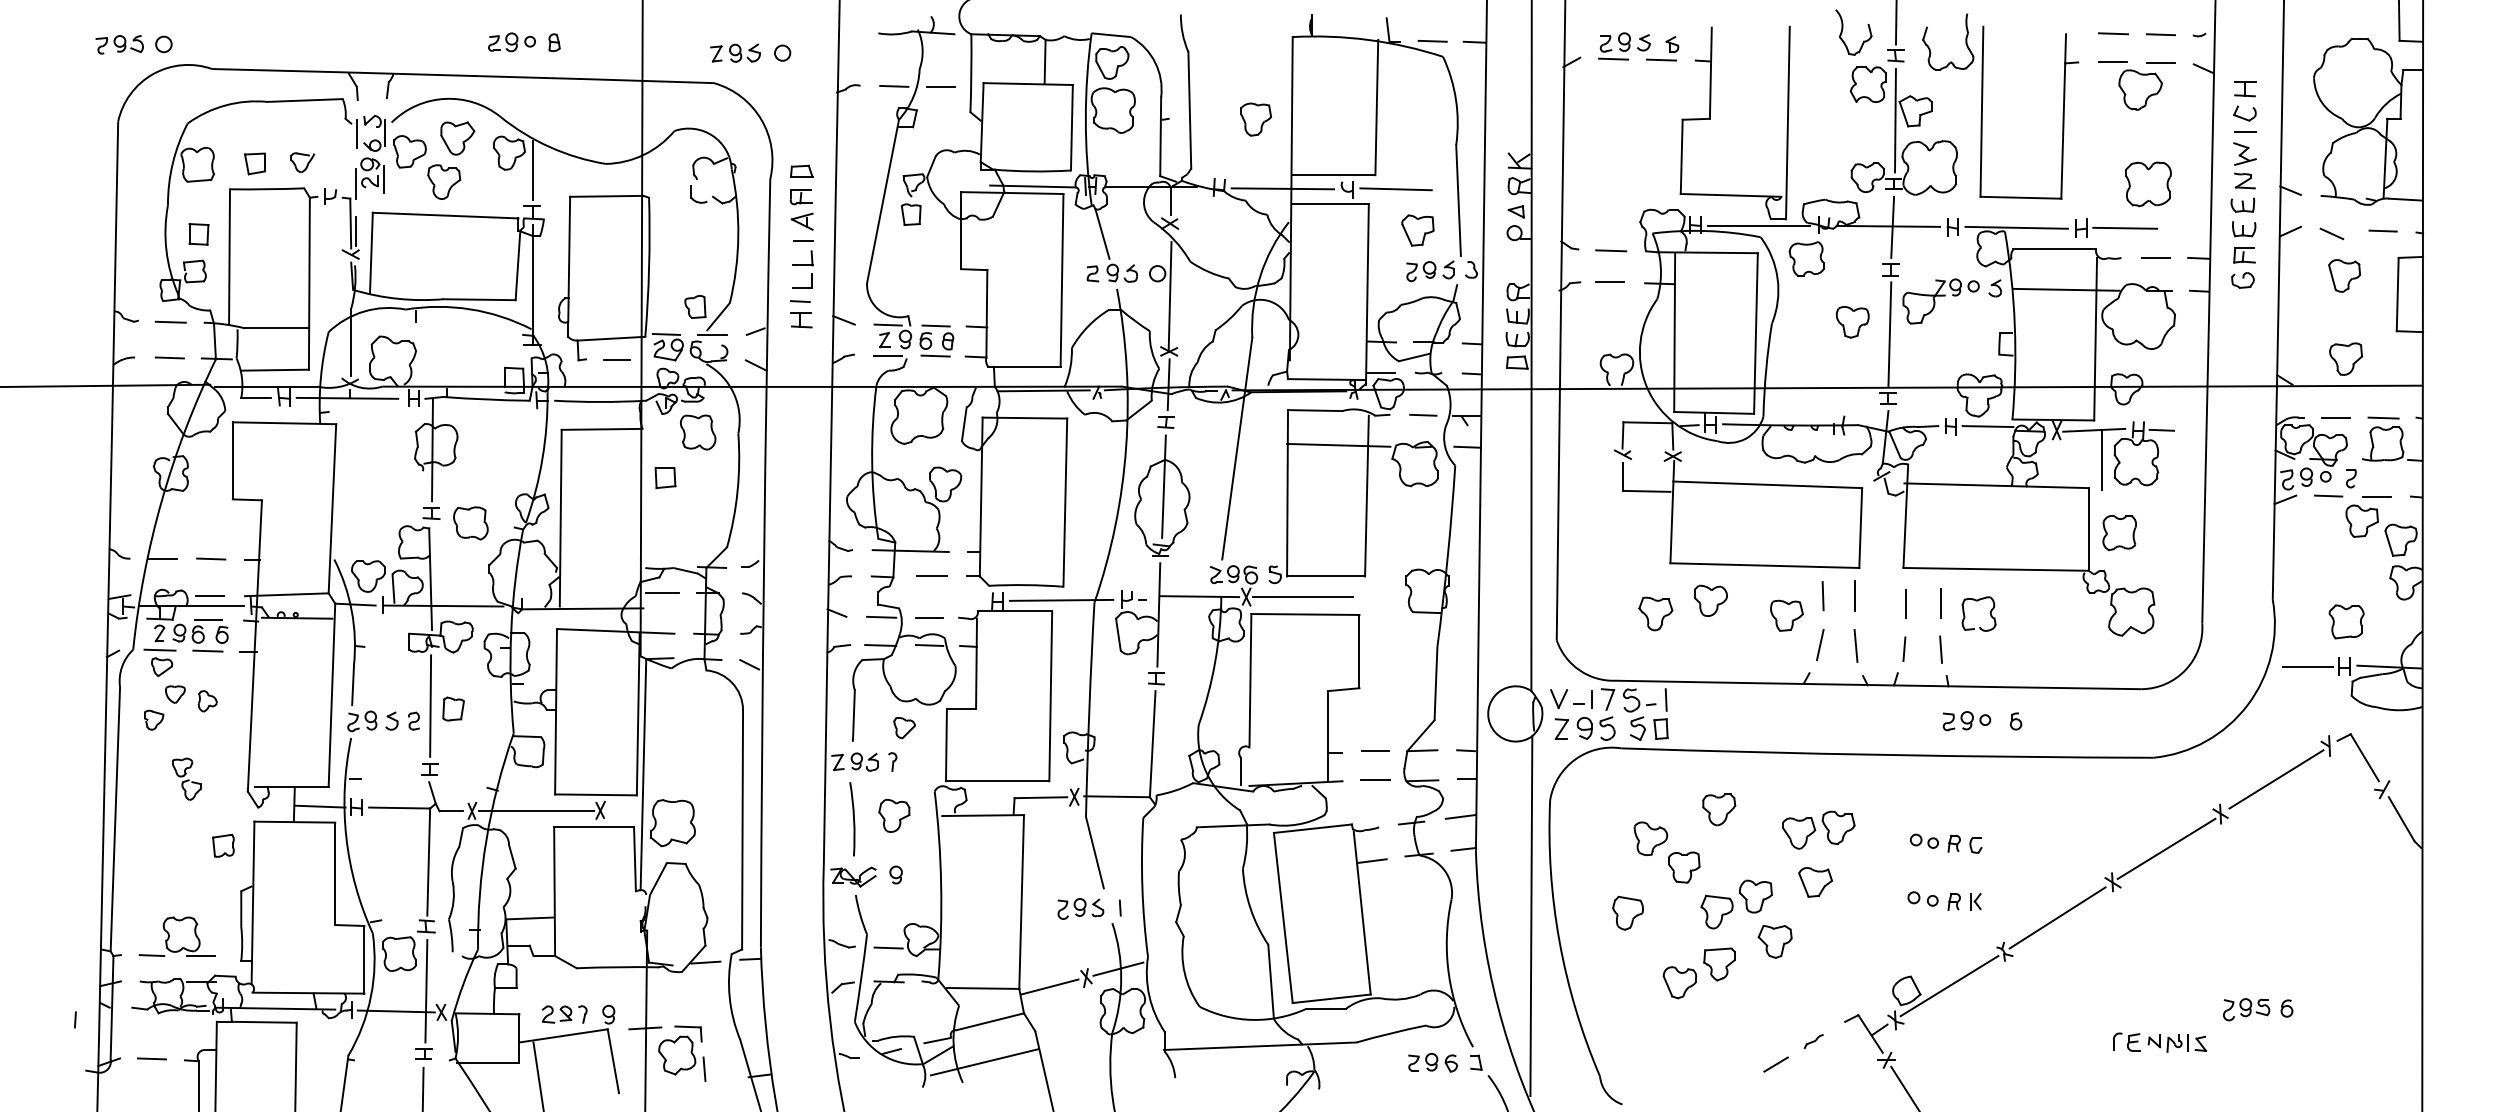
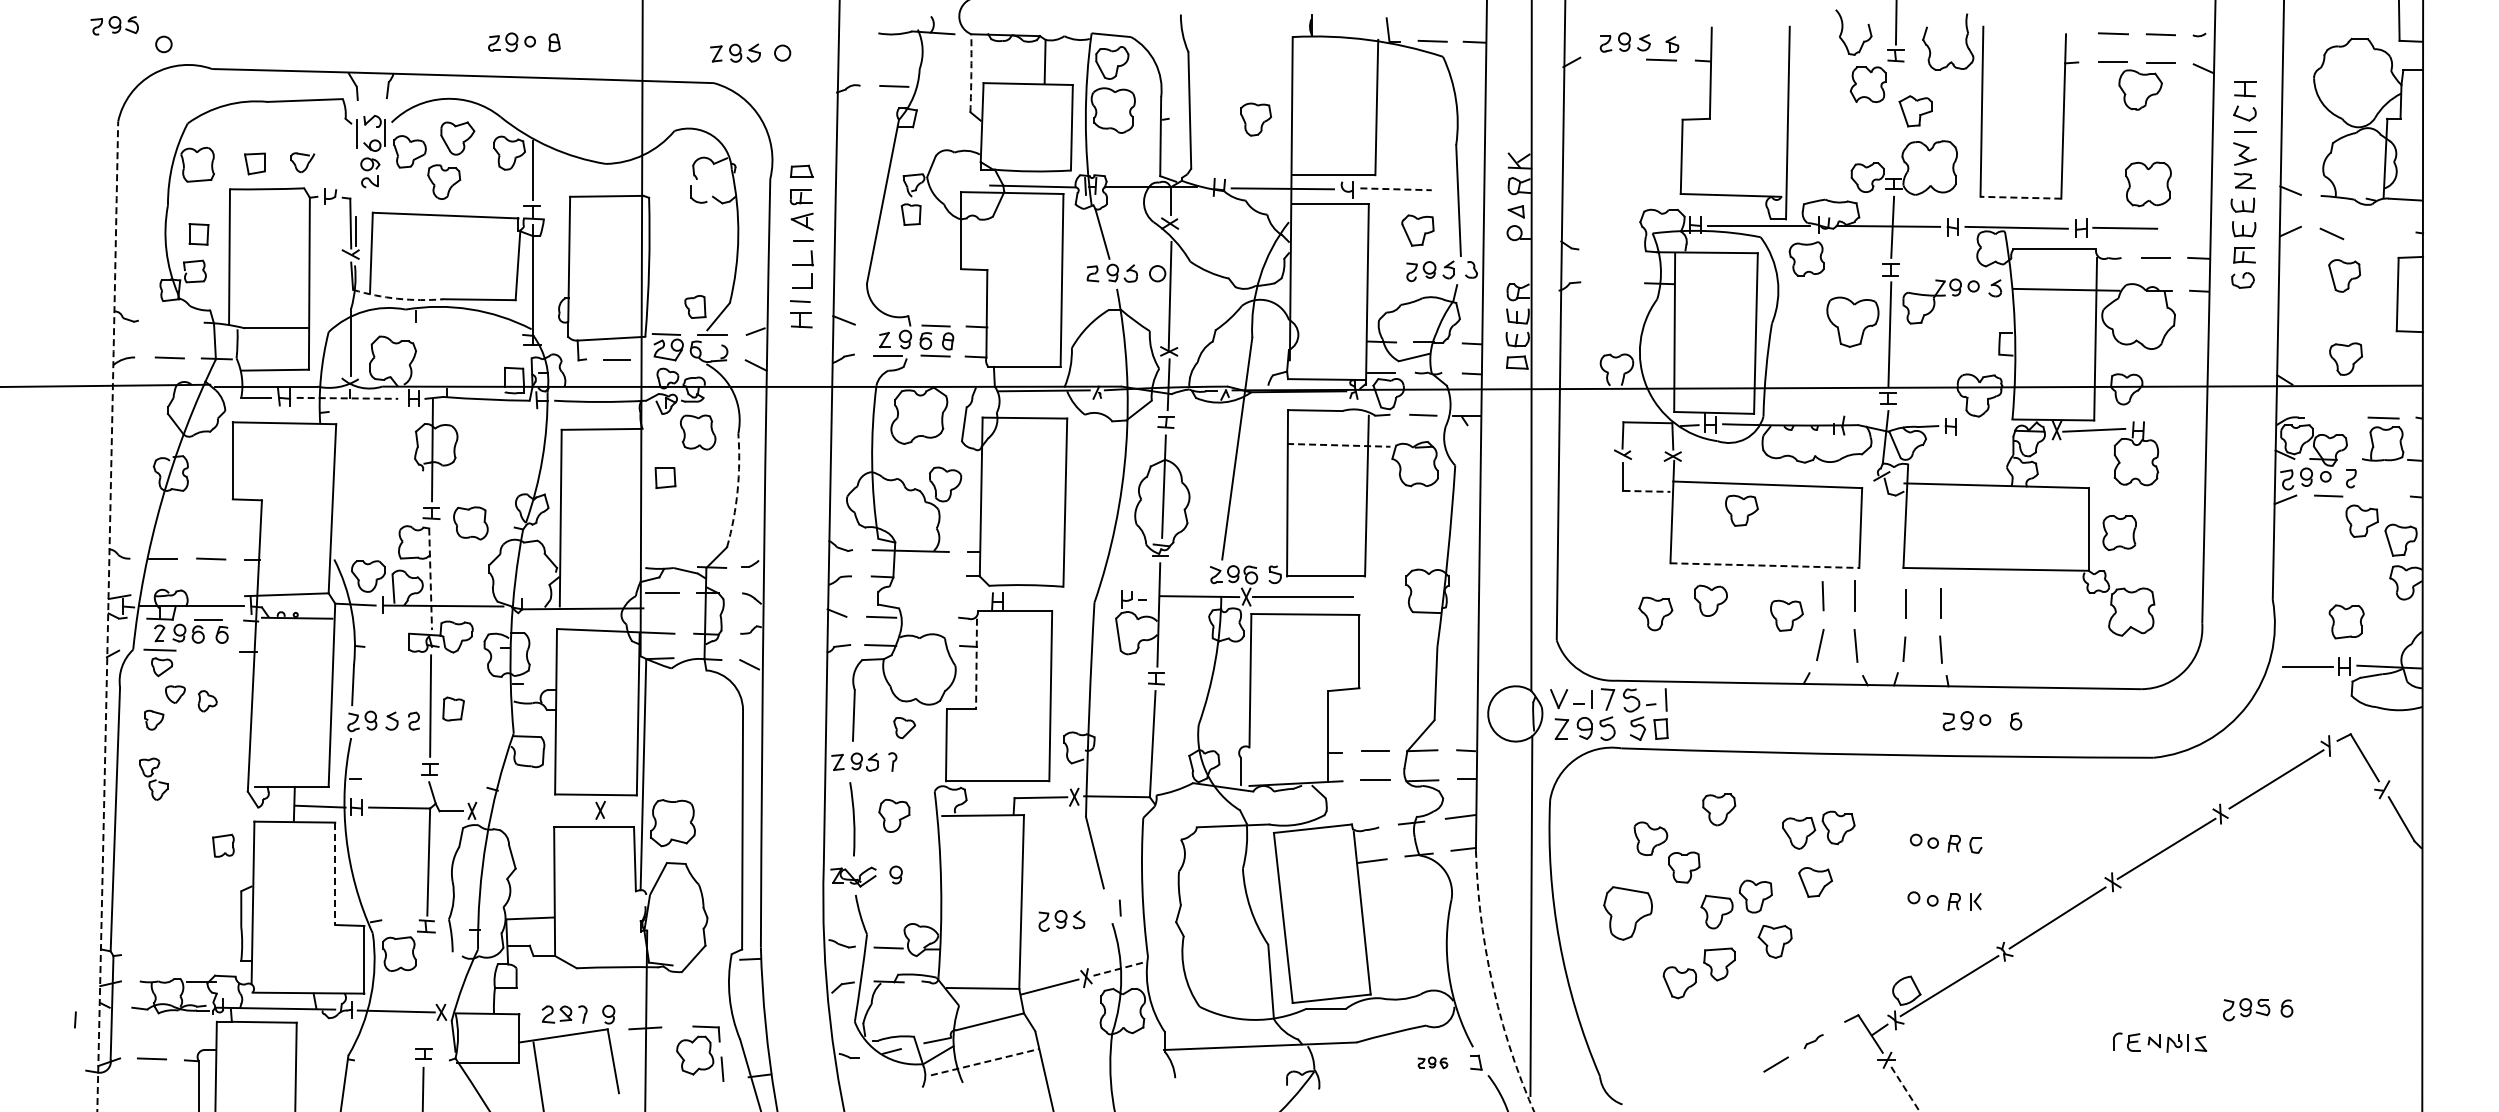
part at (119, 44) position: (119, 44) -> (114, 25)
line at (1613, 58): present -> none
arc at (971, 73): solid -> dashed
line at (941, 86): present -> none
line at (1895, 120): present -> none
line at (384, 179): present -> none
line at (355, 183): present -> none
line at (1396, 189): solid -> dashed
line at (2020, 197): solid -> dashed
line at (2382, 230): present -> none
line at (1611, 250): present -> none
line at (1610, 282): present -> none
arc at (397, 298): solid -> dashed
line at (170, 321): present -> none
part at (1852, 322) size: 35x33 px -> 54x52 px
line at (887, 324): present -> none
line at (347, 398): solid -> dashed
line at (2335, 417): present -> none
line at (1987, 426): present -> none
line at (2161, 429): present -> none
line at (1338, 445): solid -> dashed
line at (1466, 446): present -> none
line at (2101, 459): present -> none
arc at (737, 490): solid -> dashed
line at (1647, 491): solid -> dashed
line at (2376, 496): present -> none
part at (1741, 510): none -> present
line at (1765, 565): solid -> dashed
line at (931, 576): present -> none
line at (430, 579): solid -> dashed
line at (210, 596): present -> none
line at (1061, 599): present -> none
part at (1989, 613): present -> none
arc at (108, 616): solid -> dashed
line at (929, 617): present -> none
line at (929, 645): present -> none
line at (207, 650): present -> none
line at (976, 664): solid -> dashed
part at (186, 778) position: (186, 778) -> (153, 778)
line at (536, 811): present -> none
line at (335, 874): solid -> dashed
part at (1080, 908) position: (1080, 908) -> (1061, 920)
part at (1627, 912) size: 32x36 px -> 50x55 px
part at (176, 936): present -> none
line at (705, 962): present -> none
line at (1118, 969): solid -> dashed
arc at (1492, 984): solid -> dashed
line at (426, 991): present -> none
part at (682, 1053) position: (682, 1053) -> (700, 1053)
line at (984, 1062): solid -> dashed
part at (1432, 1062) size: 50x20 px -> 32x14 px
line at (1905, 1089): solid -> dashed
